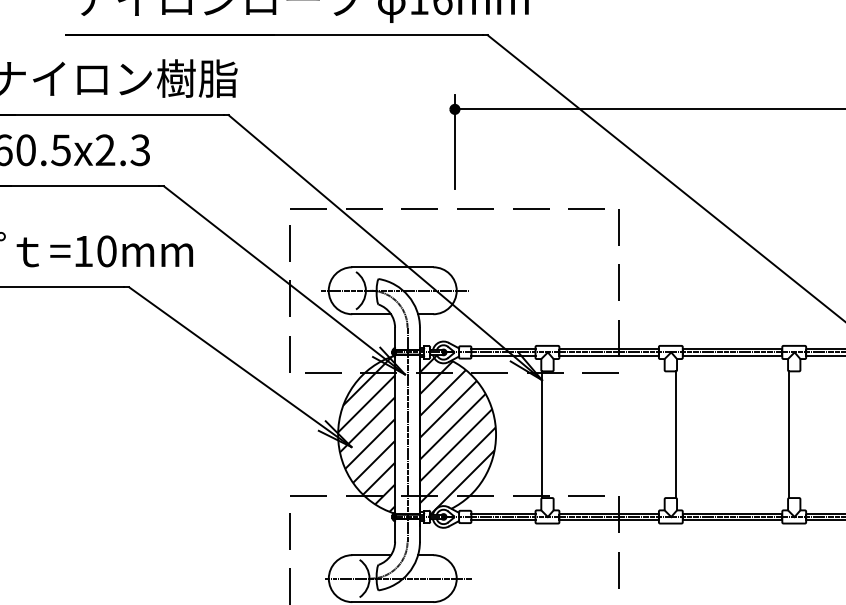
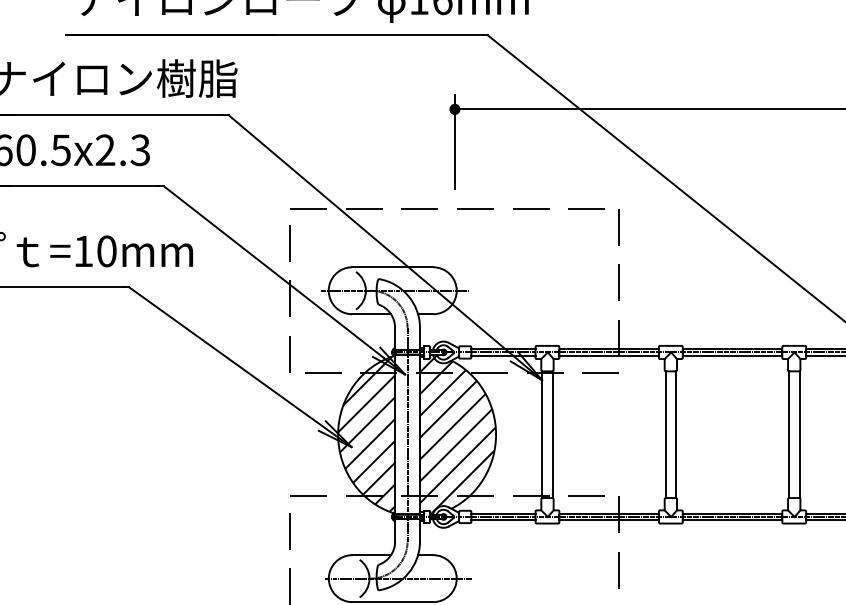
line at (552, 434): none -> present
line at (665, 434): none -> present
line at (799, 434): none -> present
